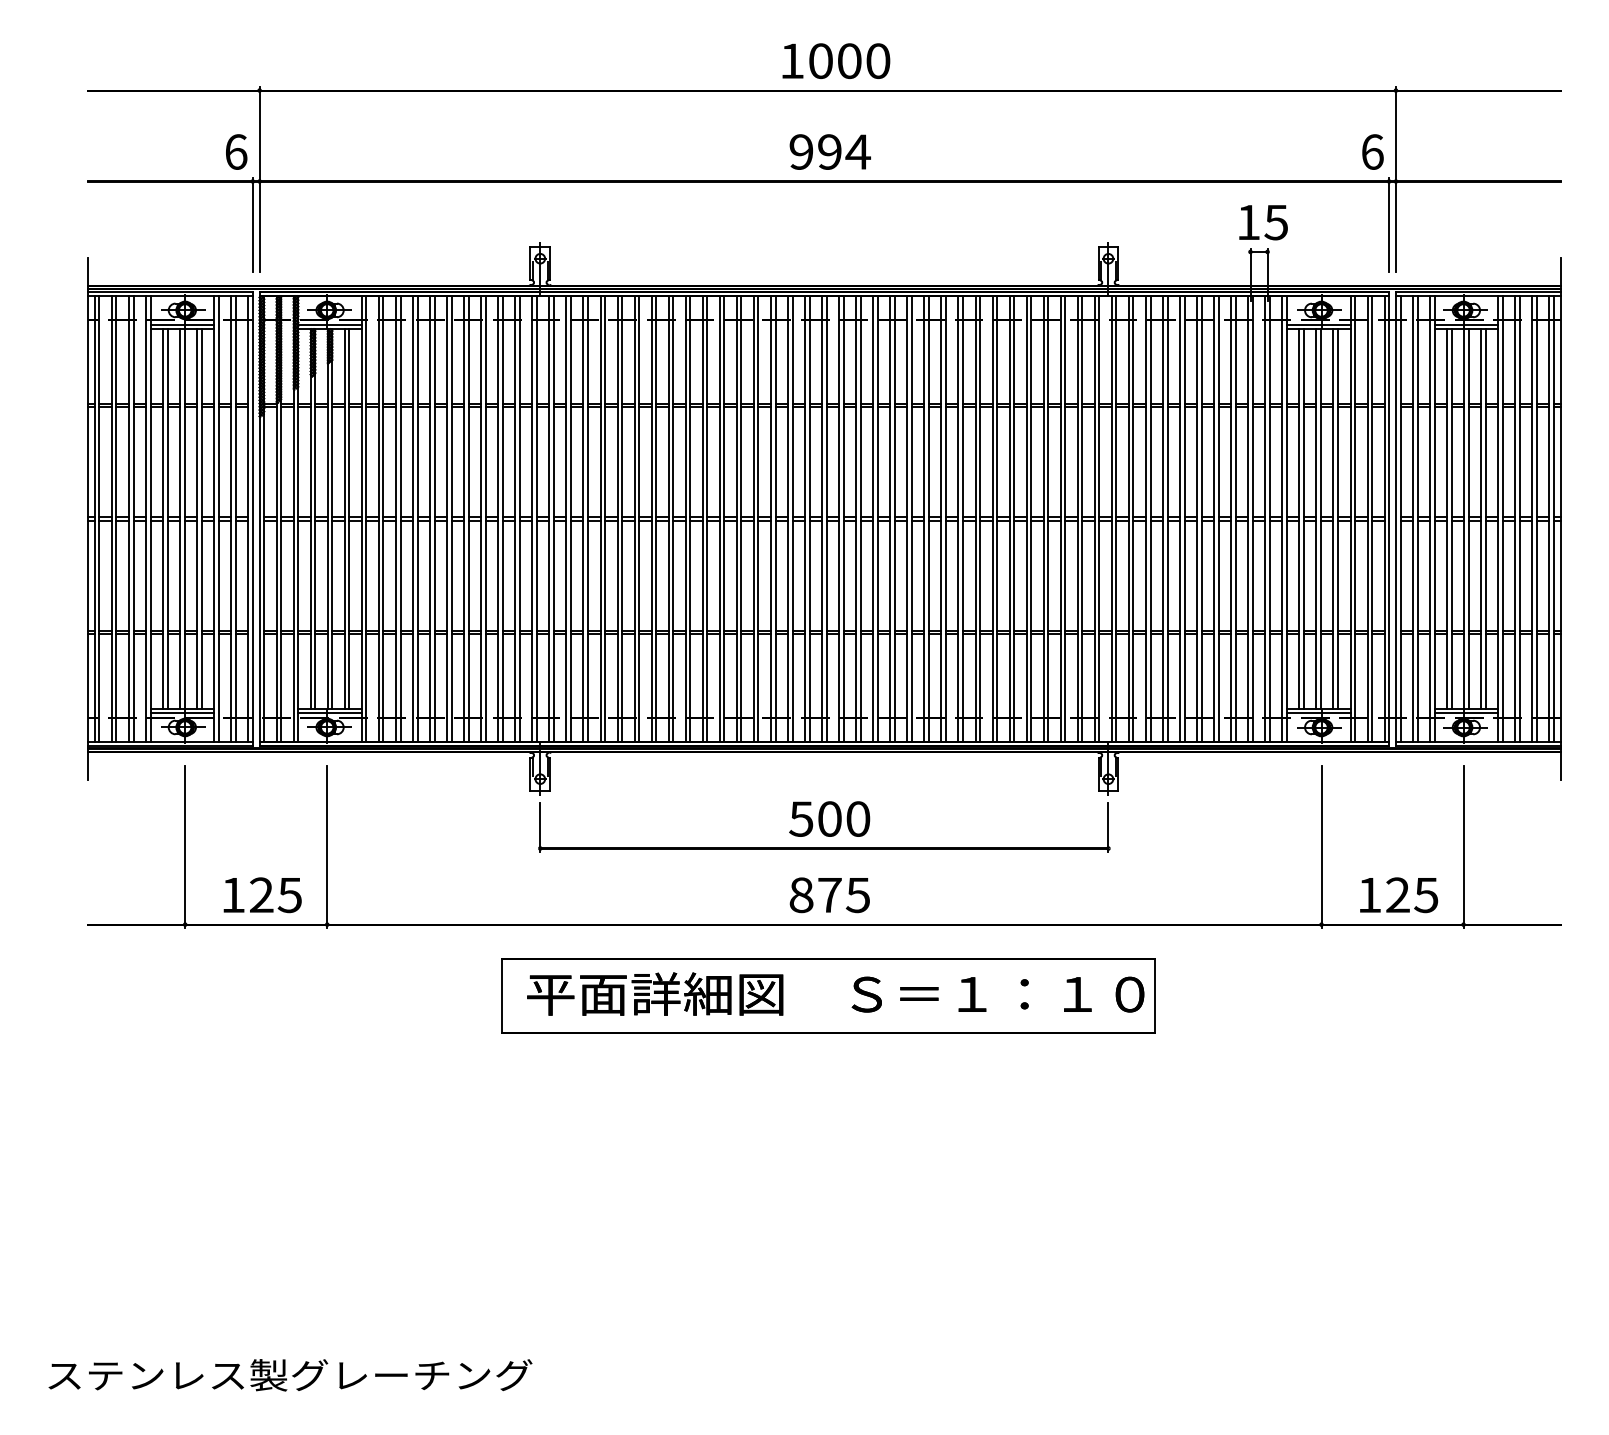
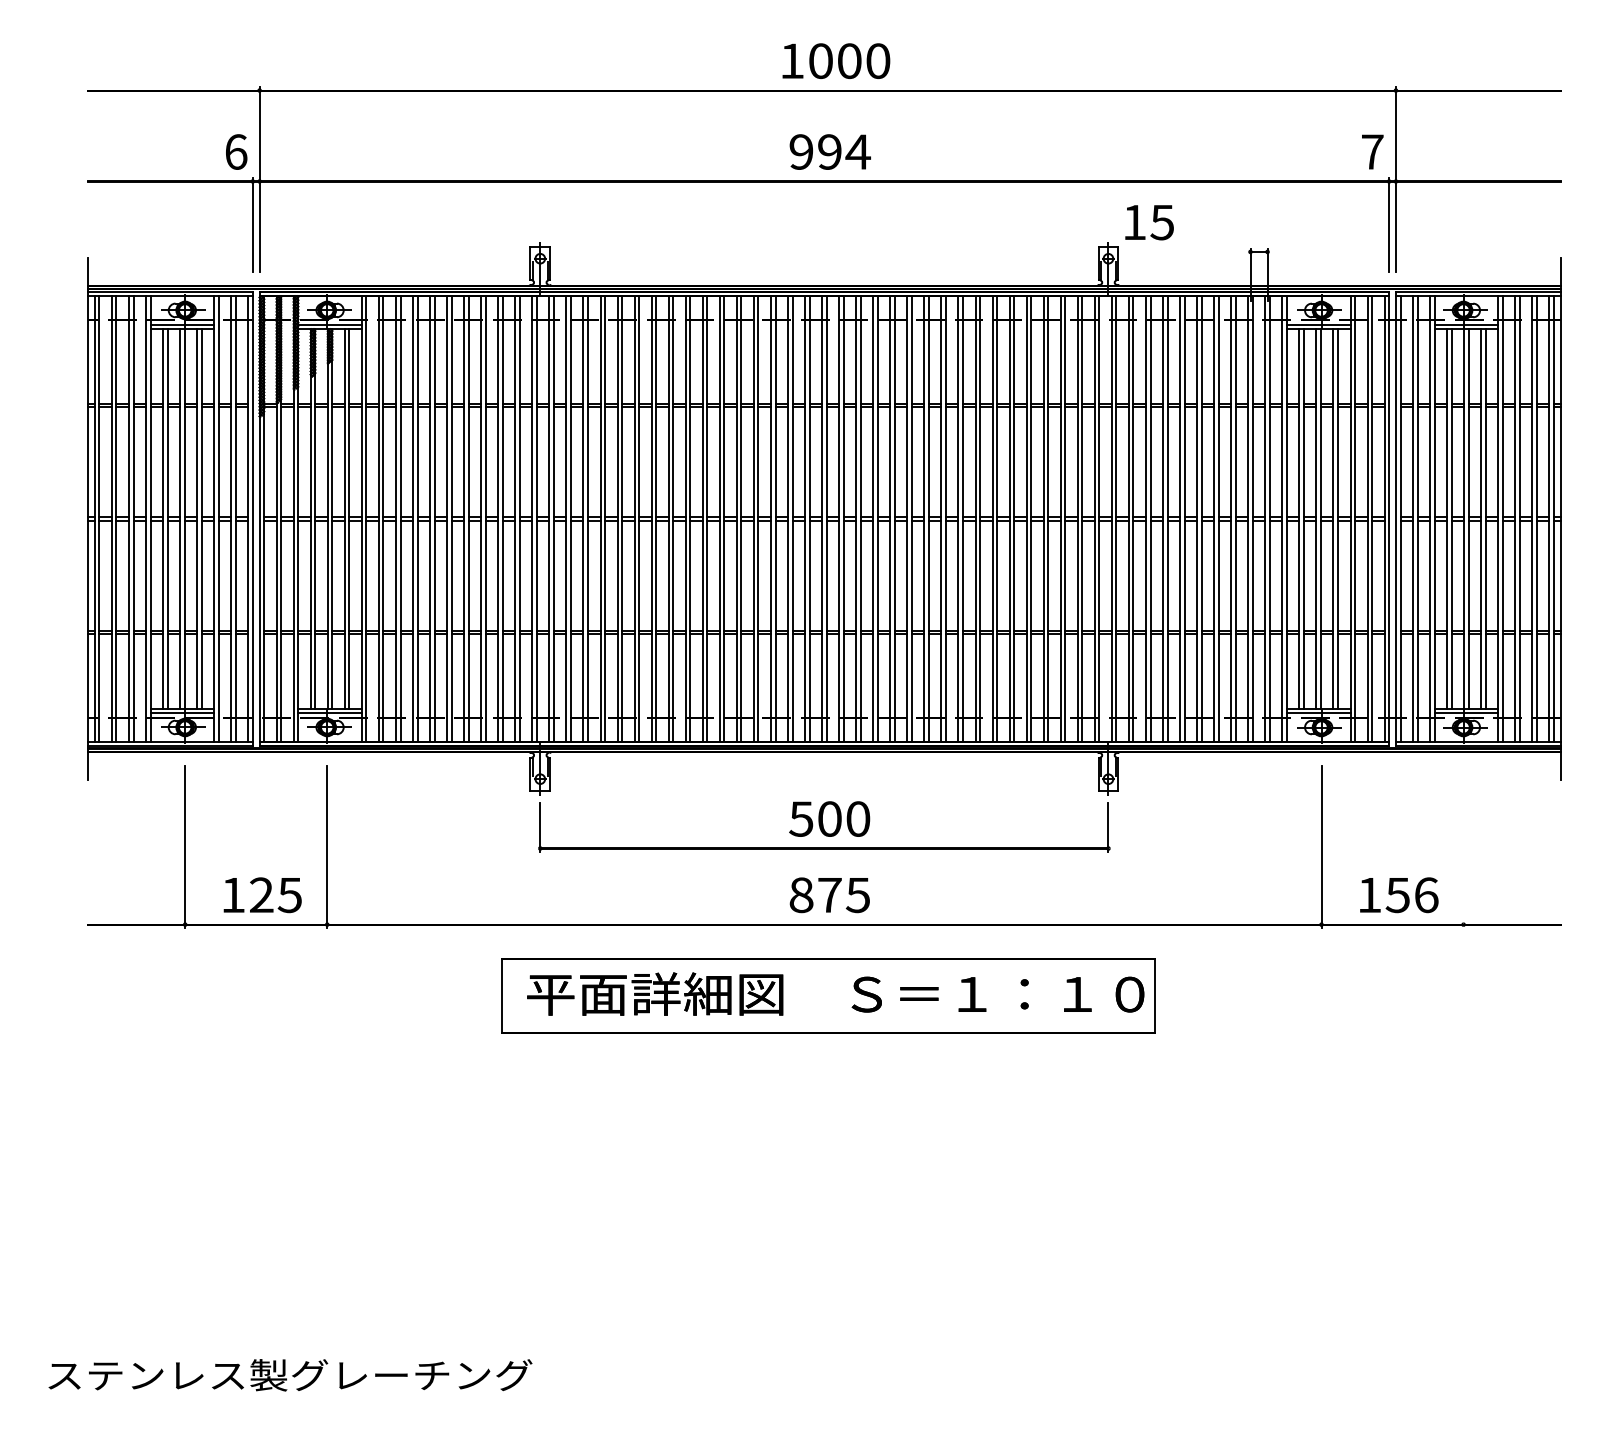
text at (1372, 151): 6 -> 7
text at (1263, 222) position: (1263, 222) -> (1149, 222)
line at (1463, 846): present -> none
text at (1411, 895): 125 -> 156
